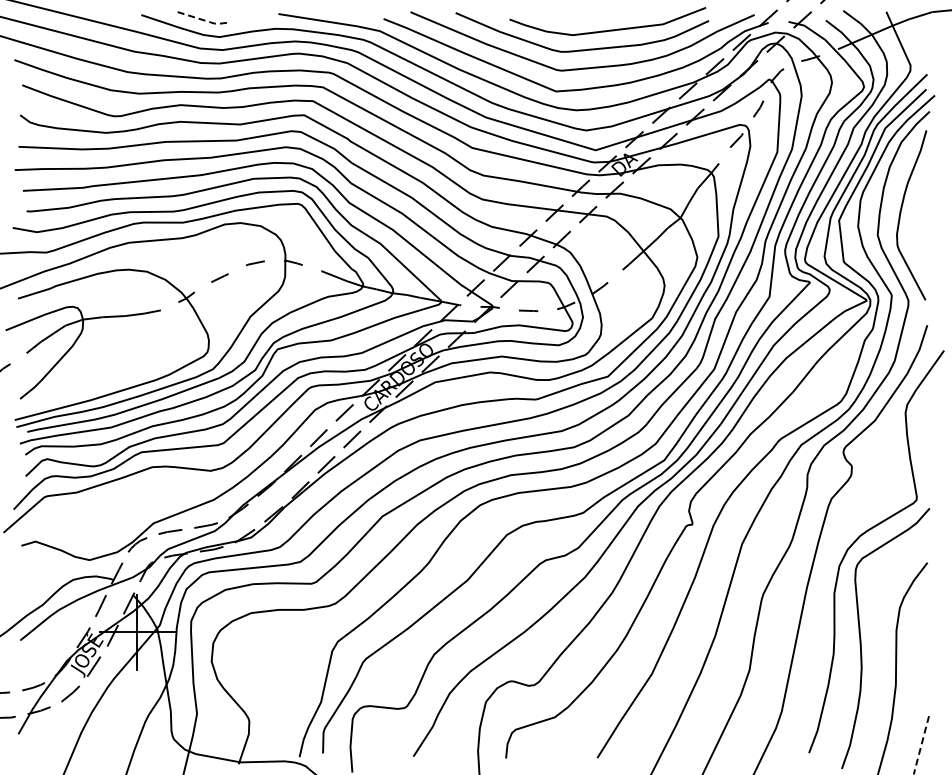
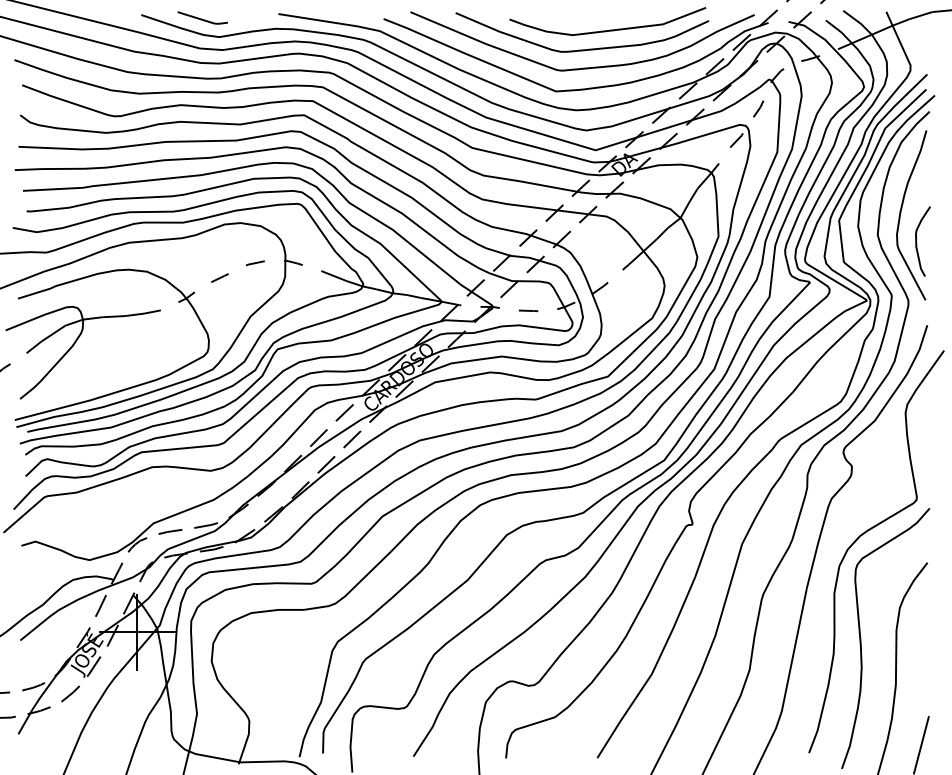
line at (203, 20): dashed -> solid
curve at (917, 241): none -> present
line at (921, 745): dashed -> solid
